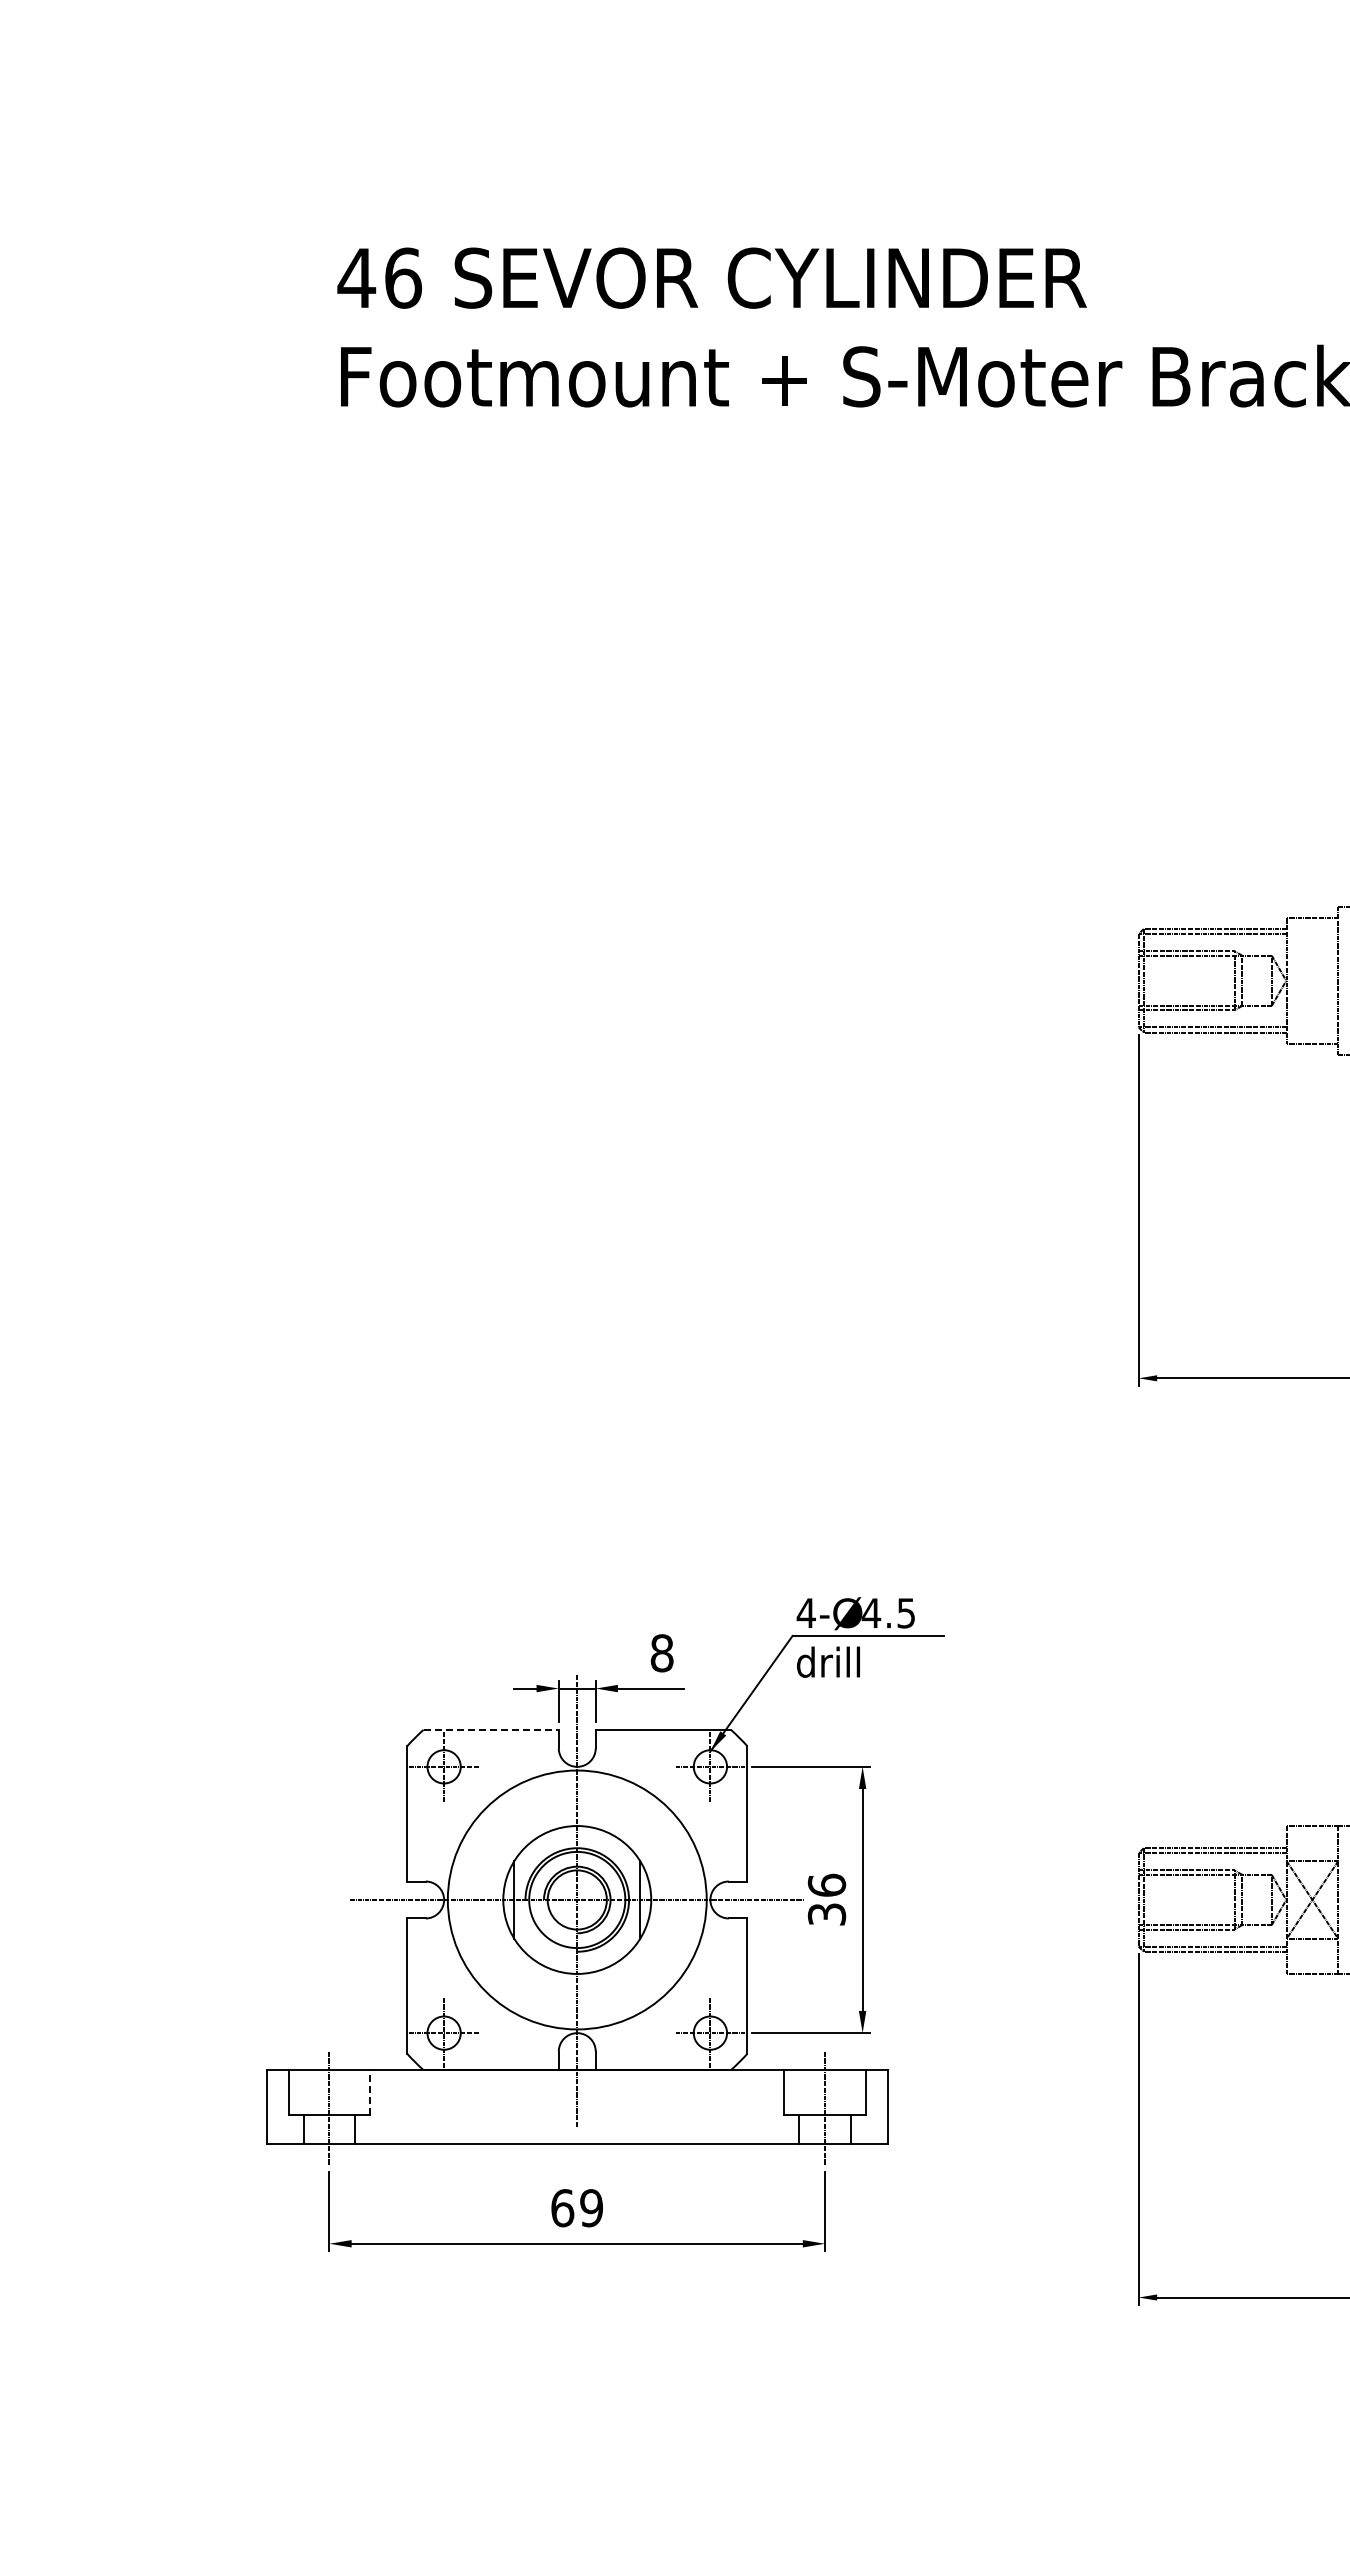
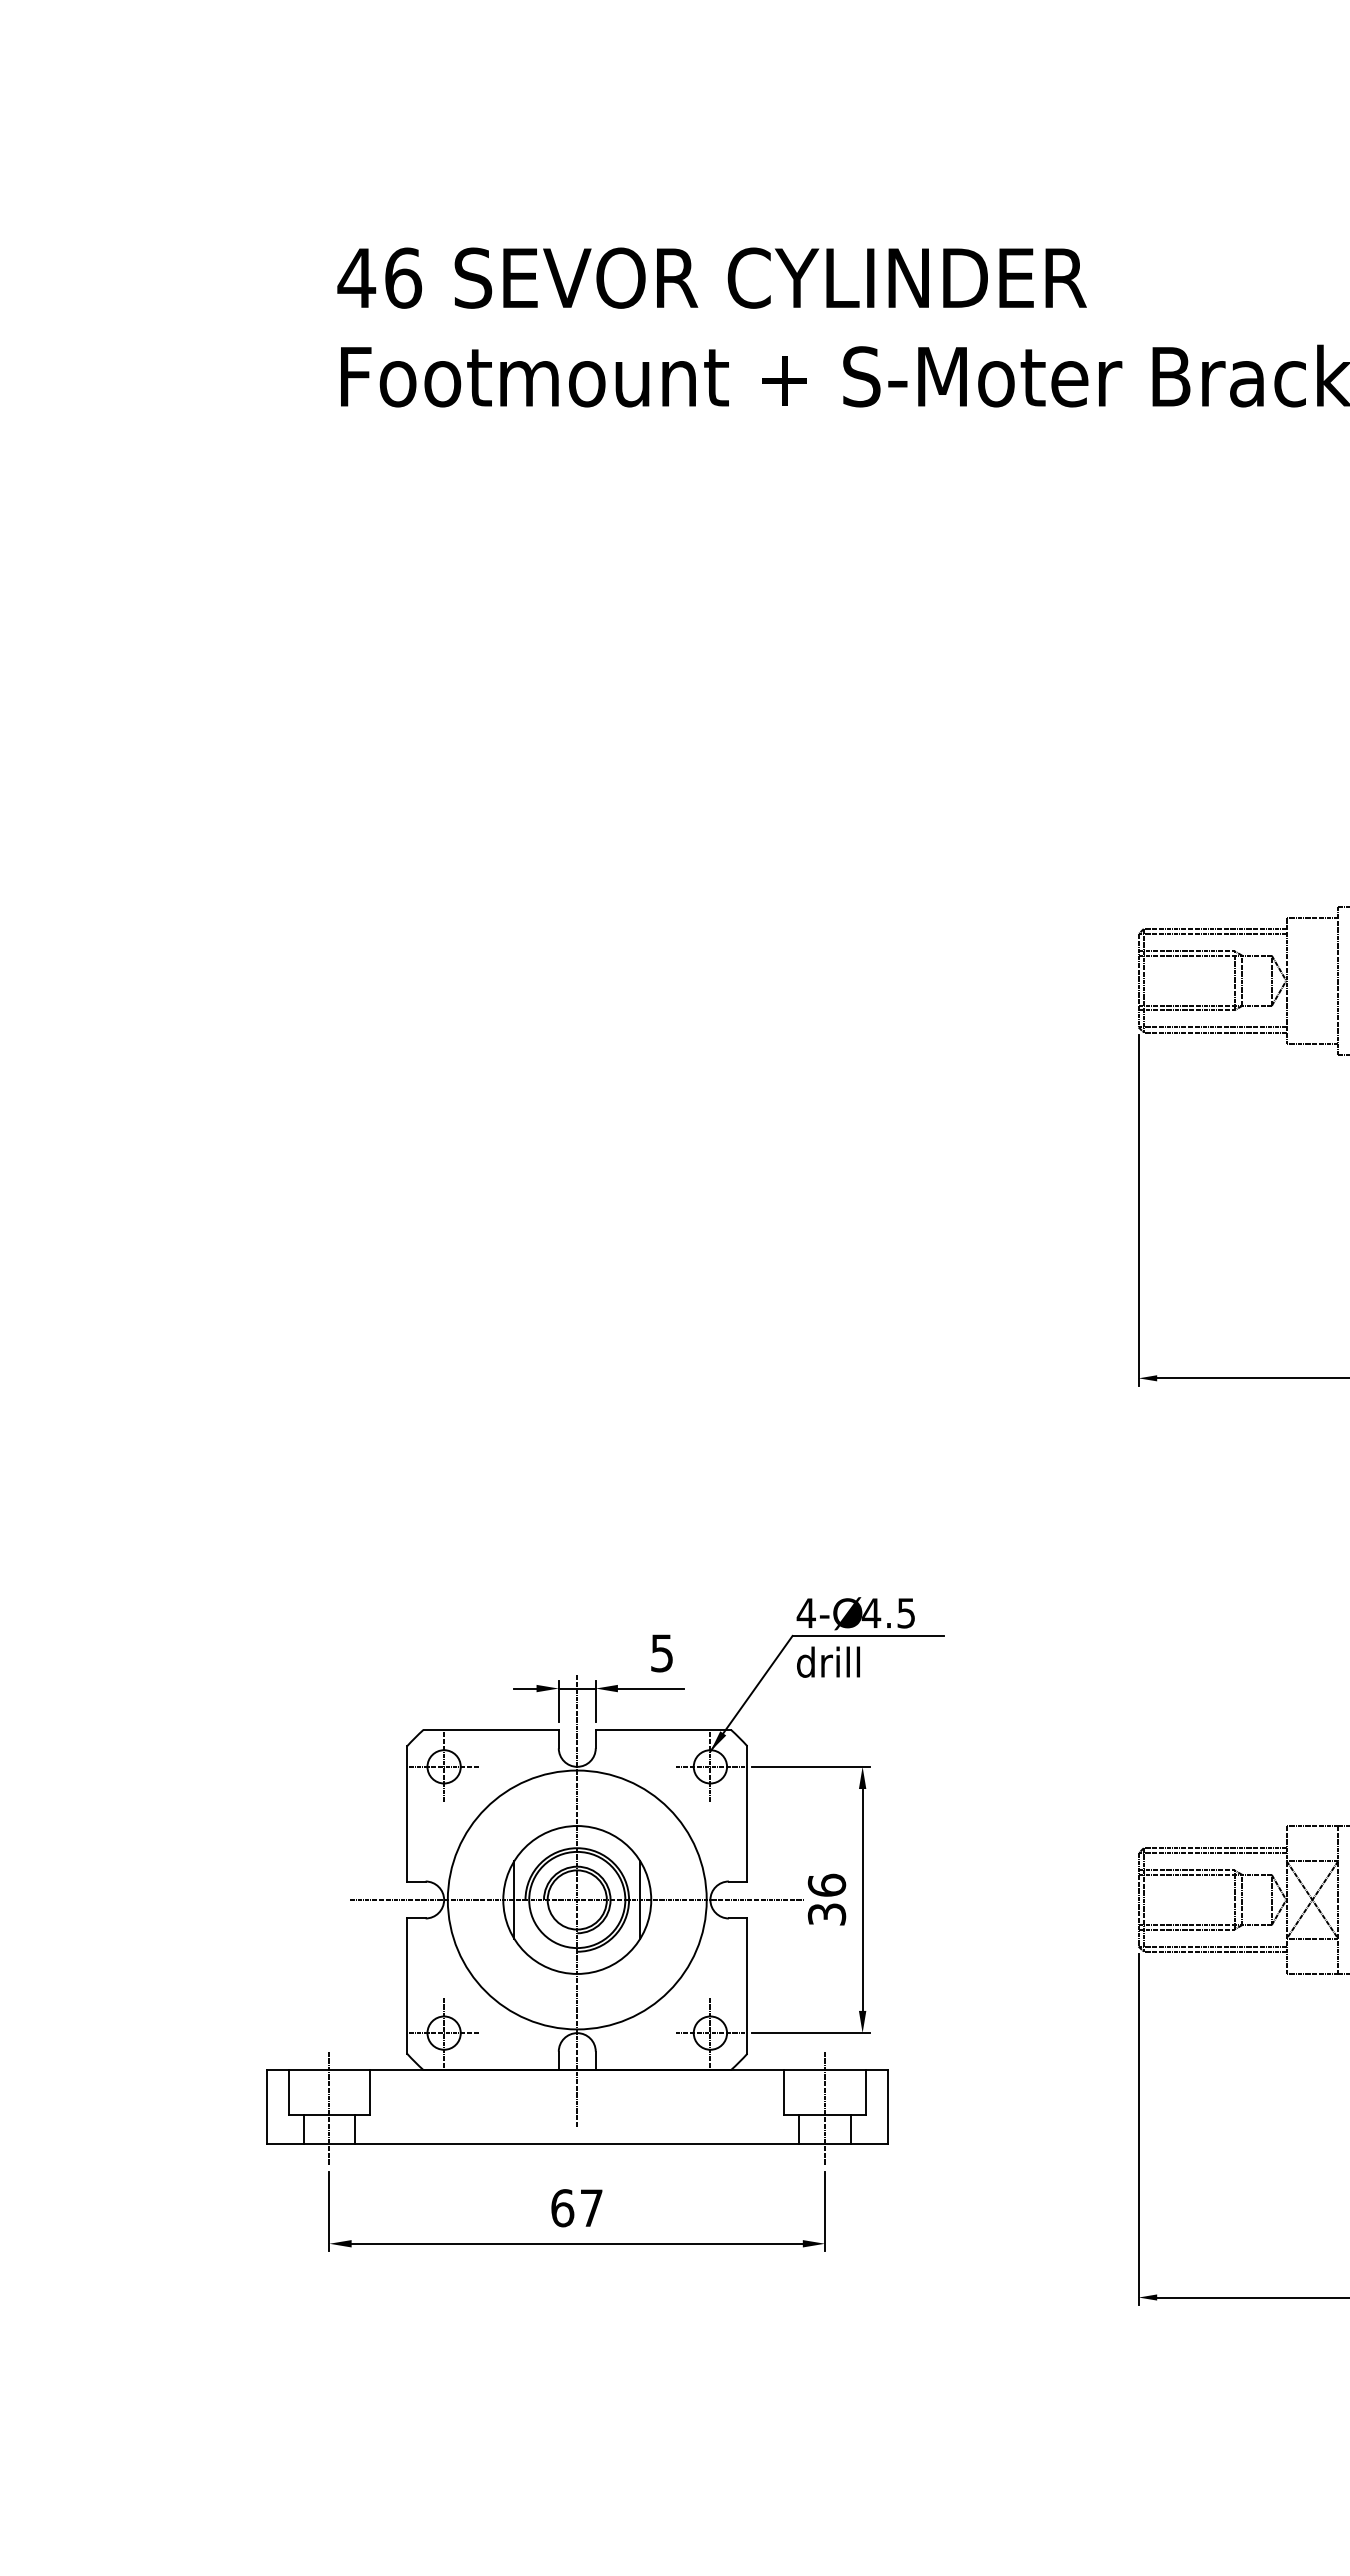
text at (661, 1653): 8 -> 5
line at (491, 1729): dashed -> solid
line at (370, 2091): dashed -> solid
text at (591, 2208): 69 -> 67
